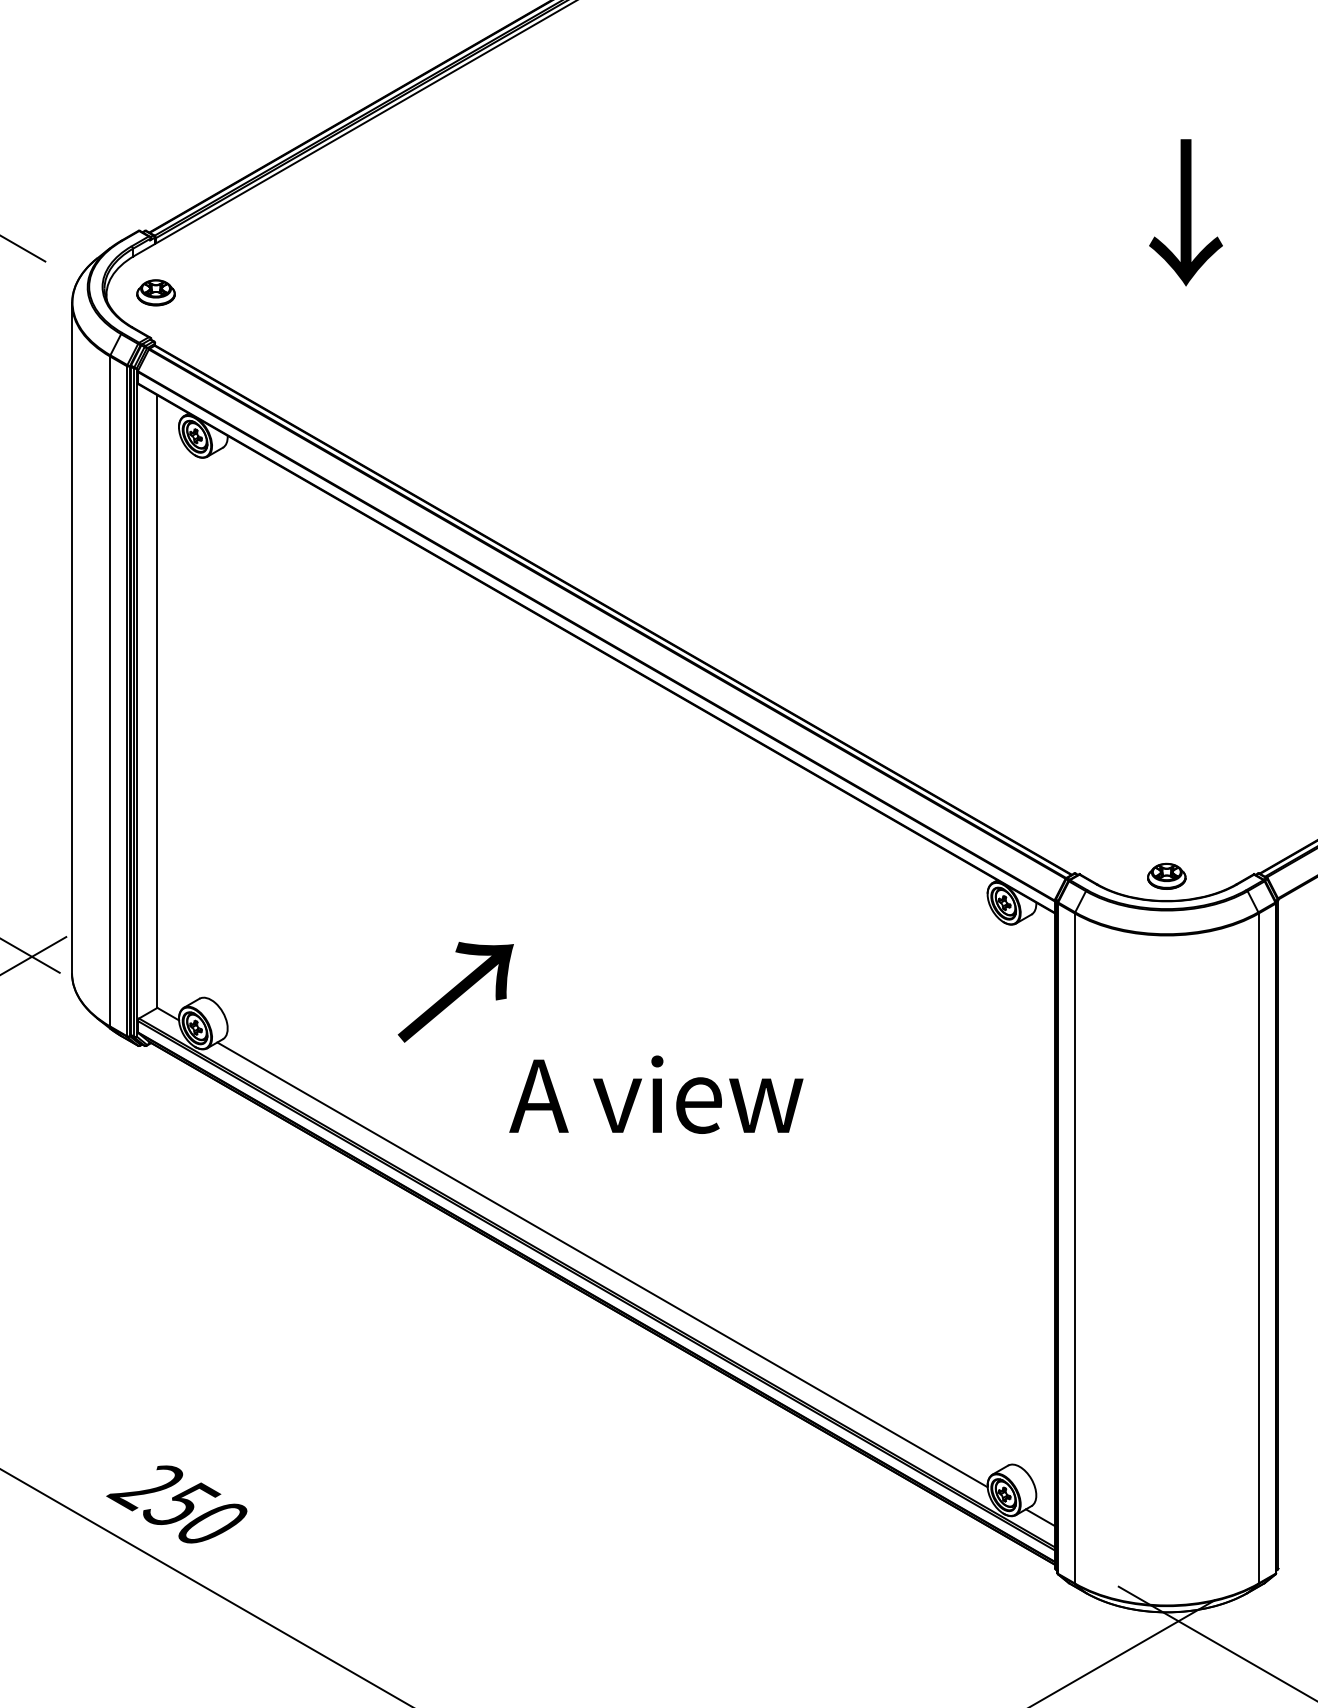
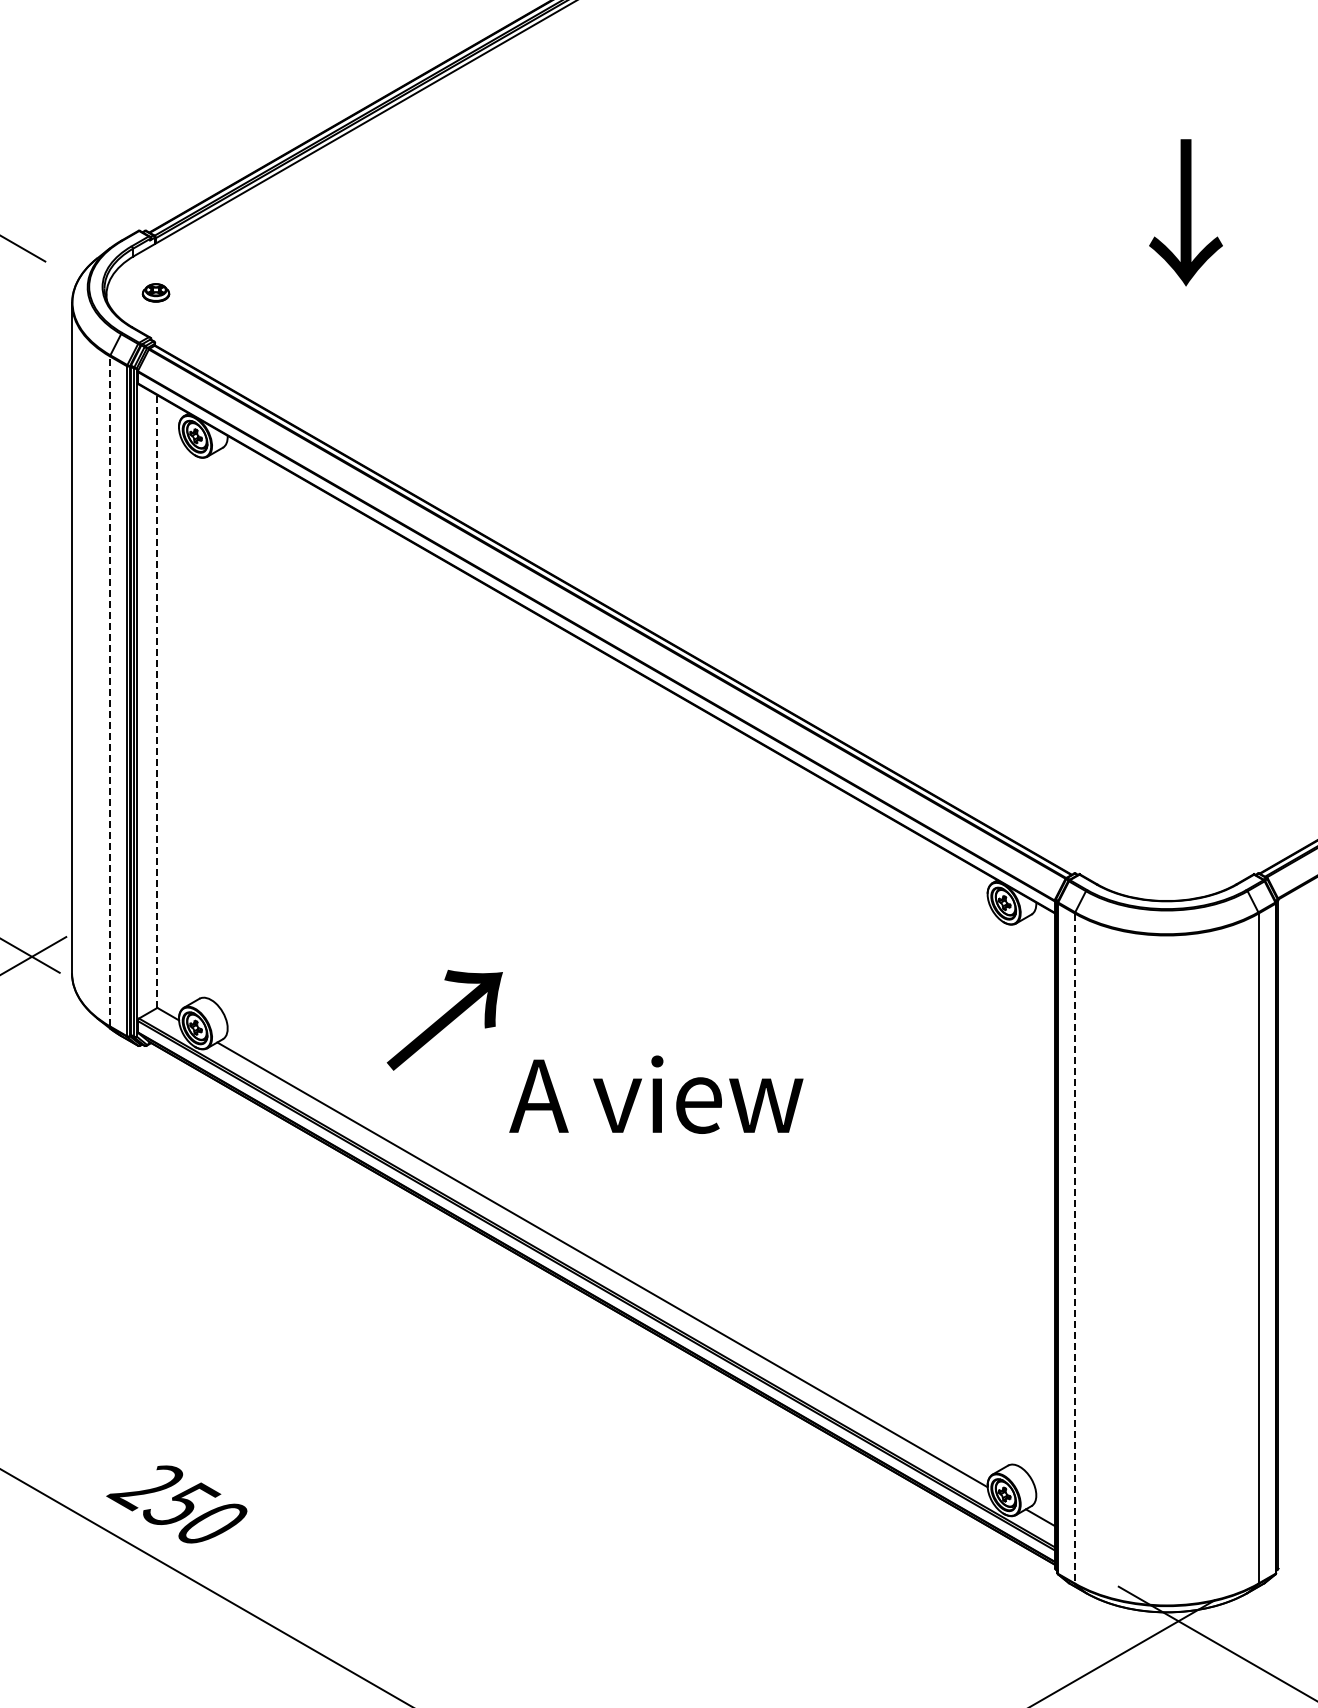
part at (155, 292) size: 40x28 px -> 30x20 px
line at (110, 691): solid -> dashed
line at (157, 700): solid -> dashed
part at (1166, 875): present -> none
text at (455, 991) position: (455, 991) -> (444, 1019)
line at (1074, 1248): solid -> dashed
